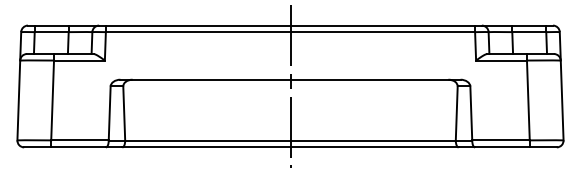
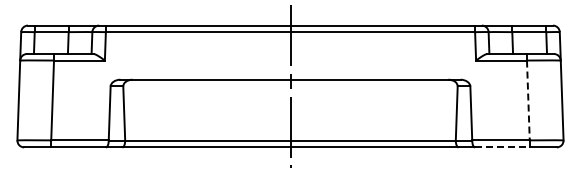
line at (528, 100): solid -> dashed
line at (502, 147): solid -> dashed
